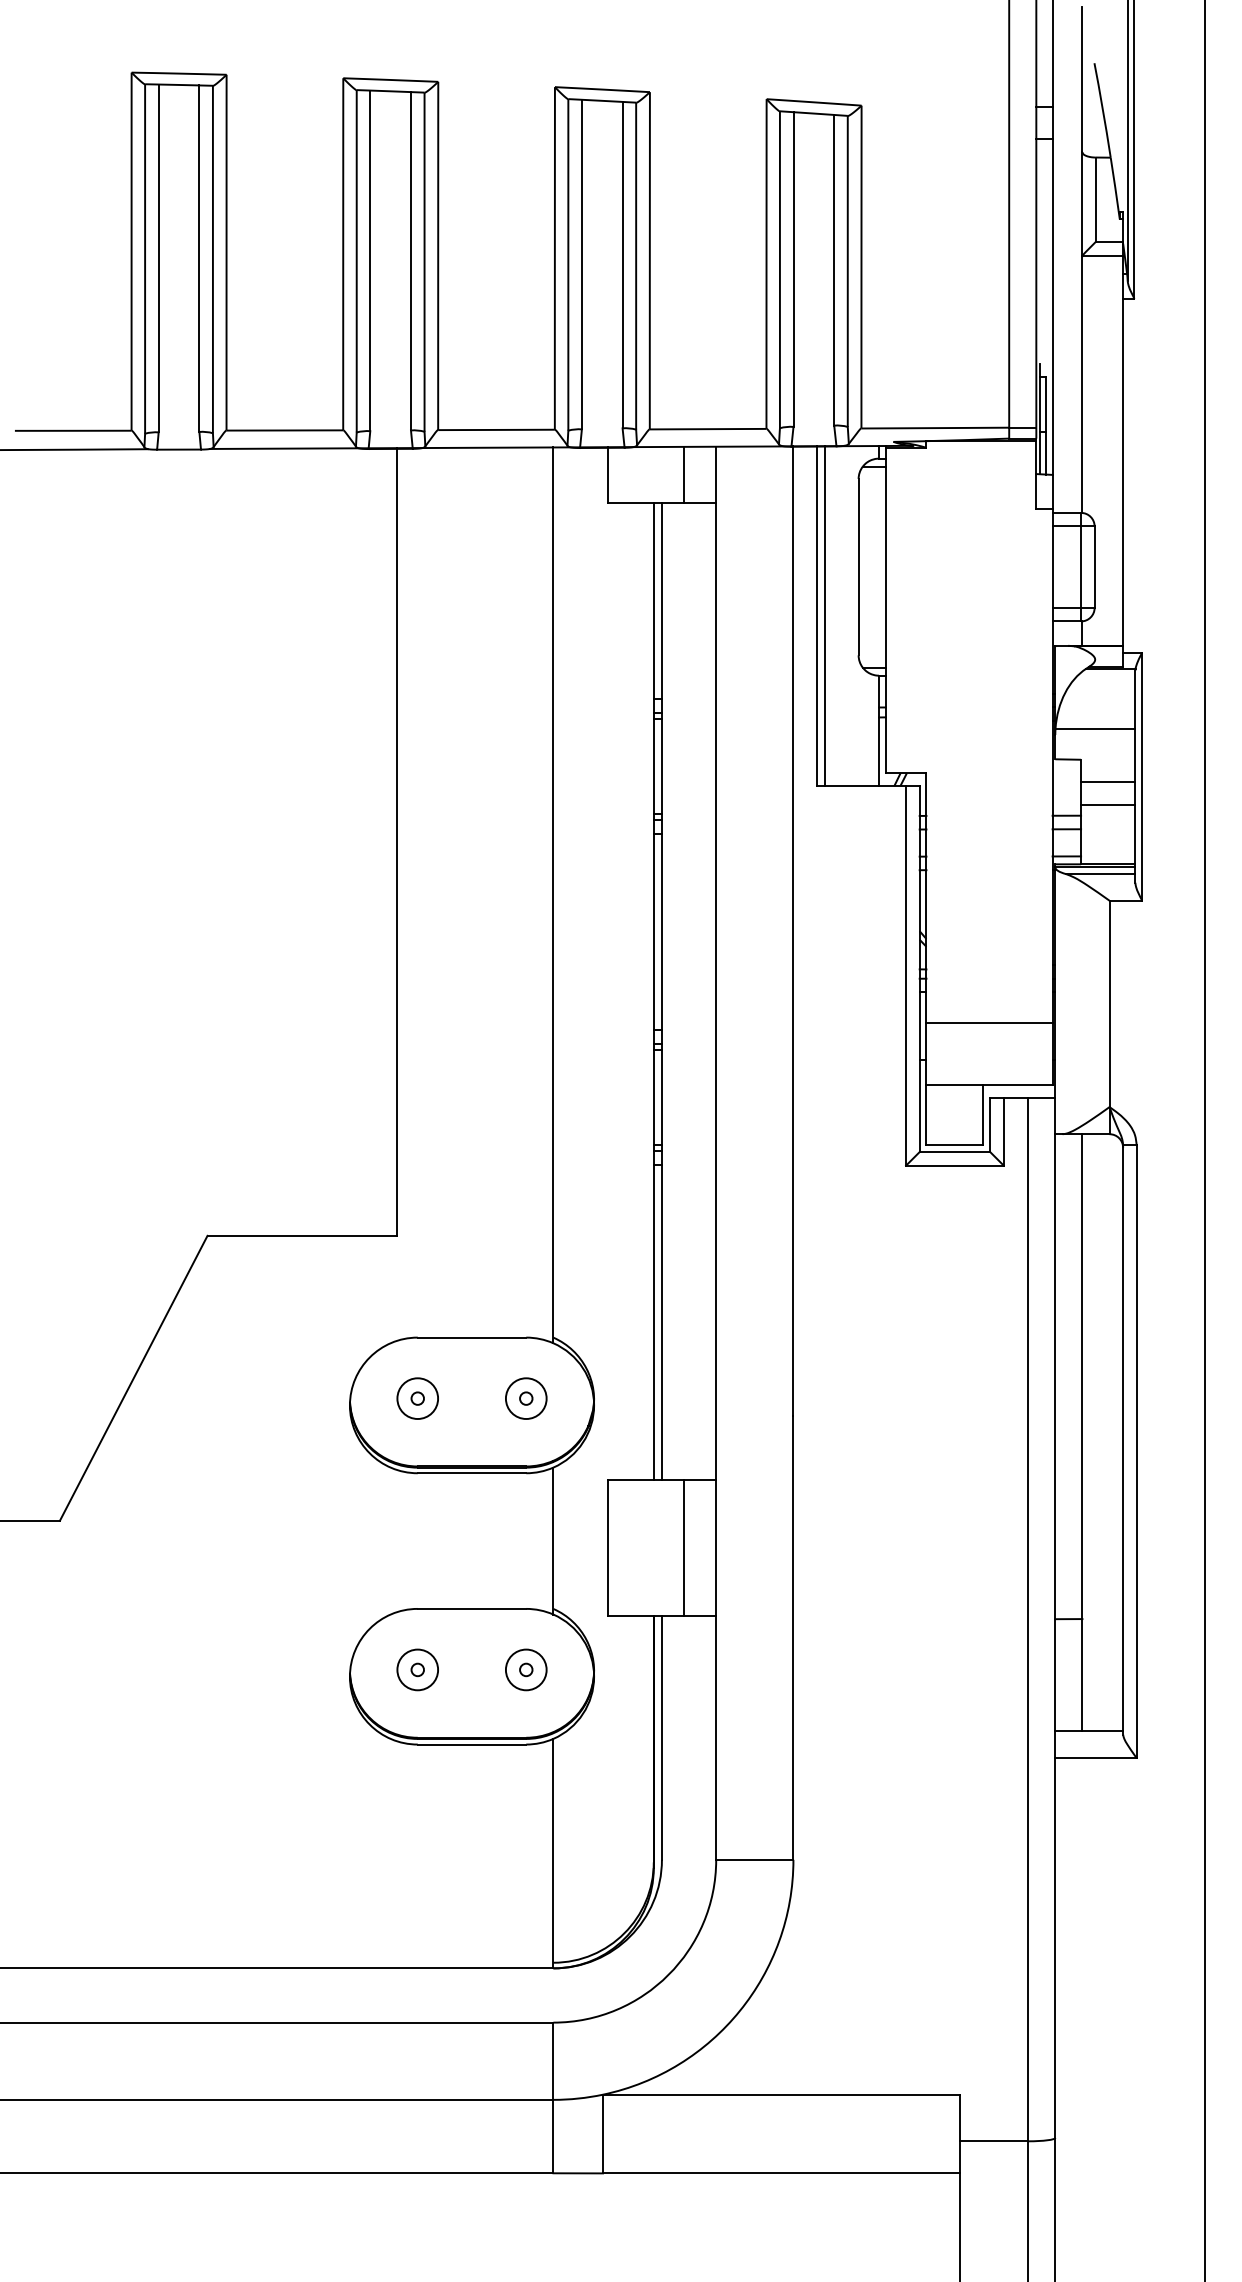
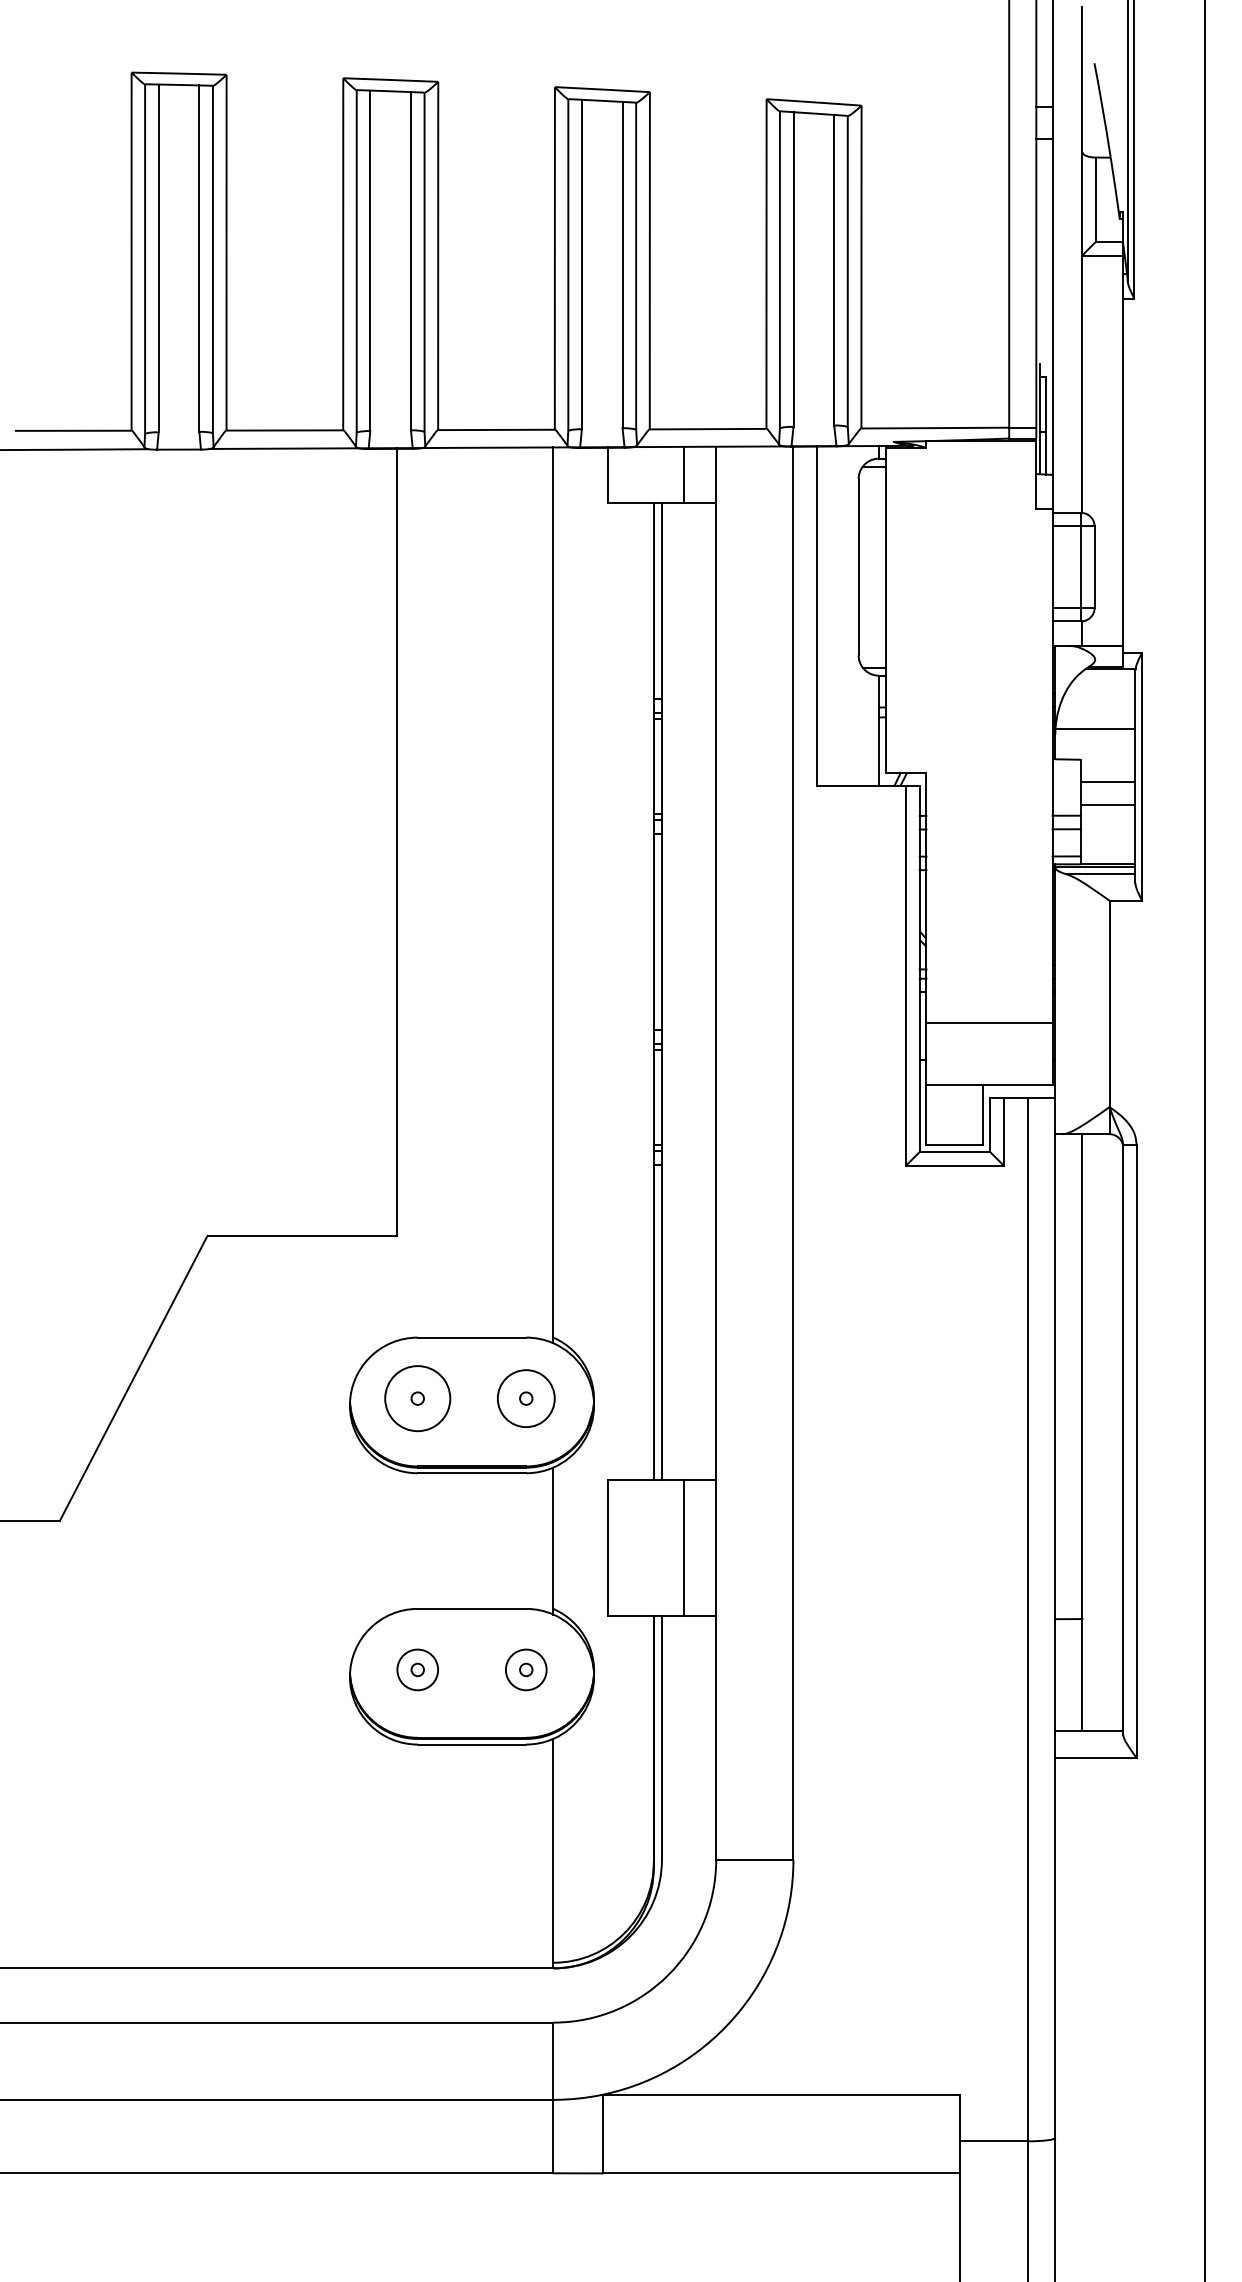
line at (824, 616): present -> none
circle at (417, 1398) diameter: 41 px -> 65 px
circle at (525, 1398) diameter: 41 px -> 57 px
